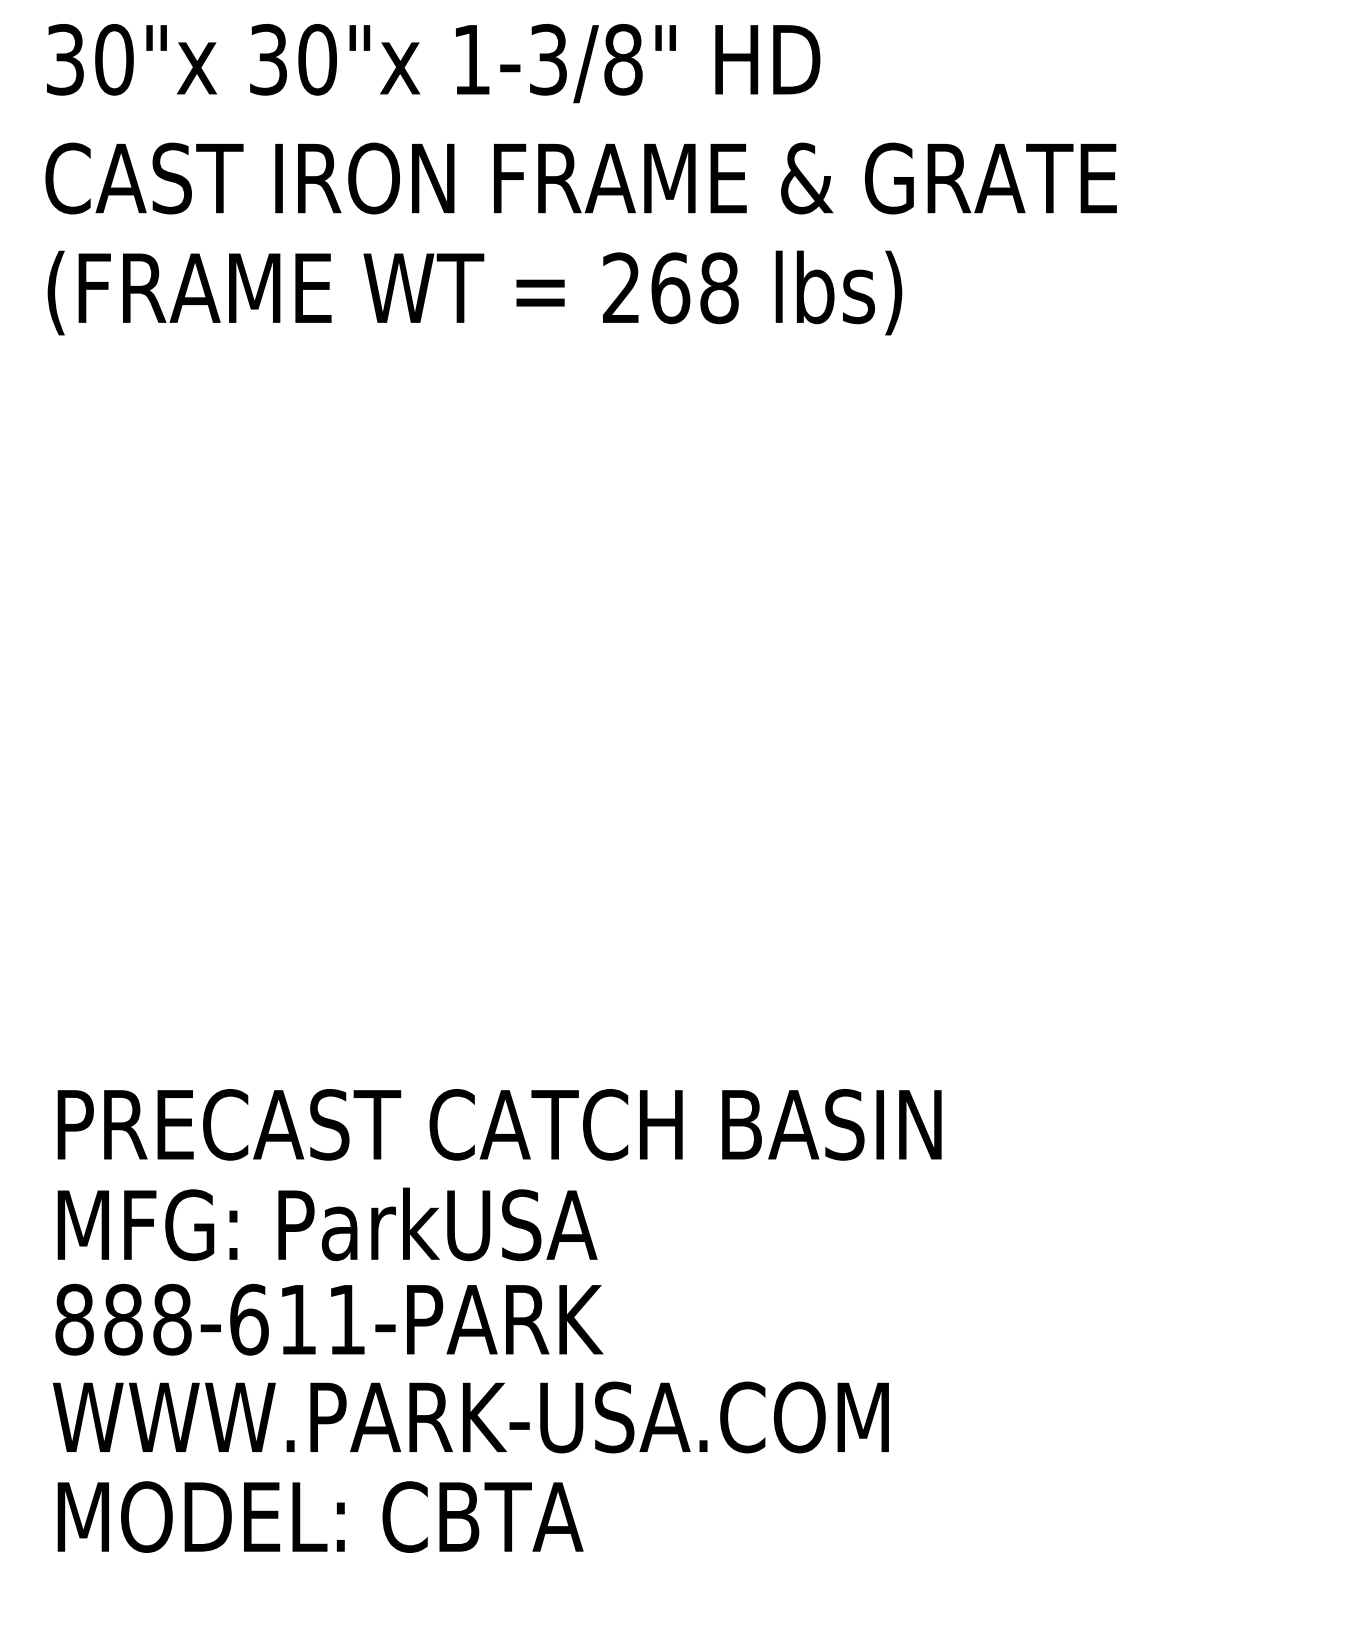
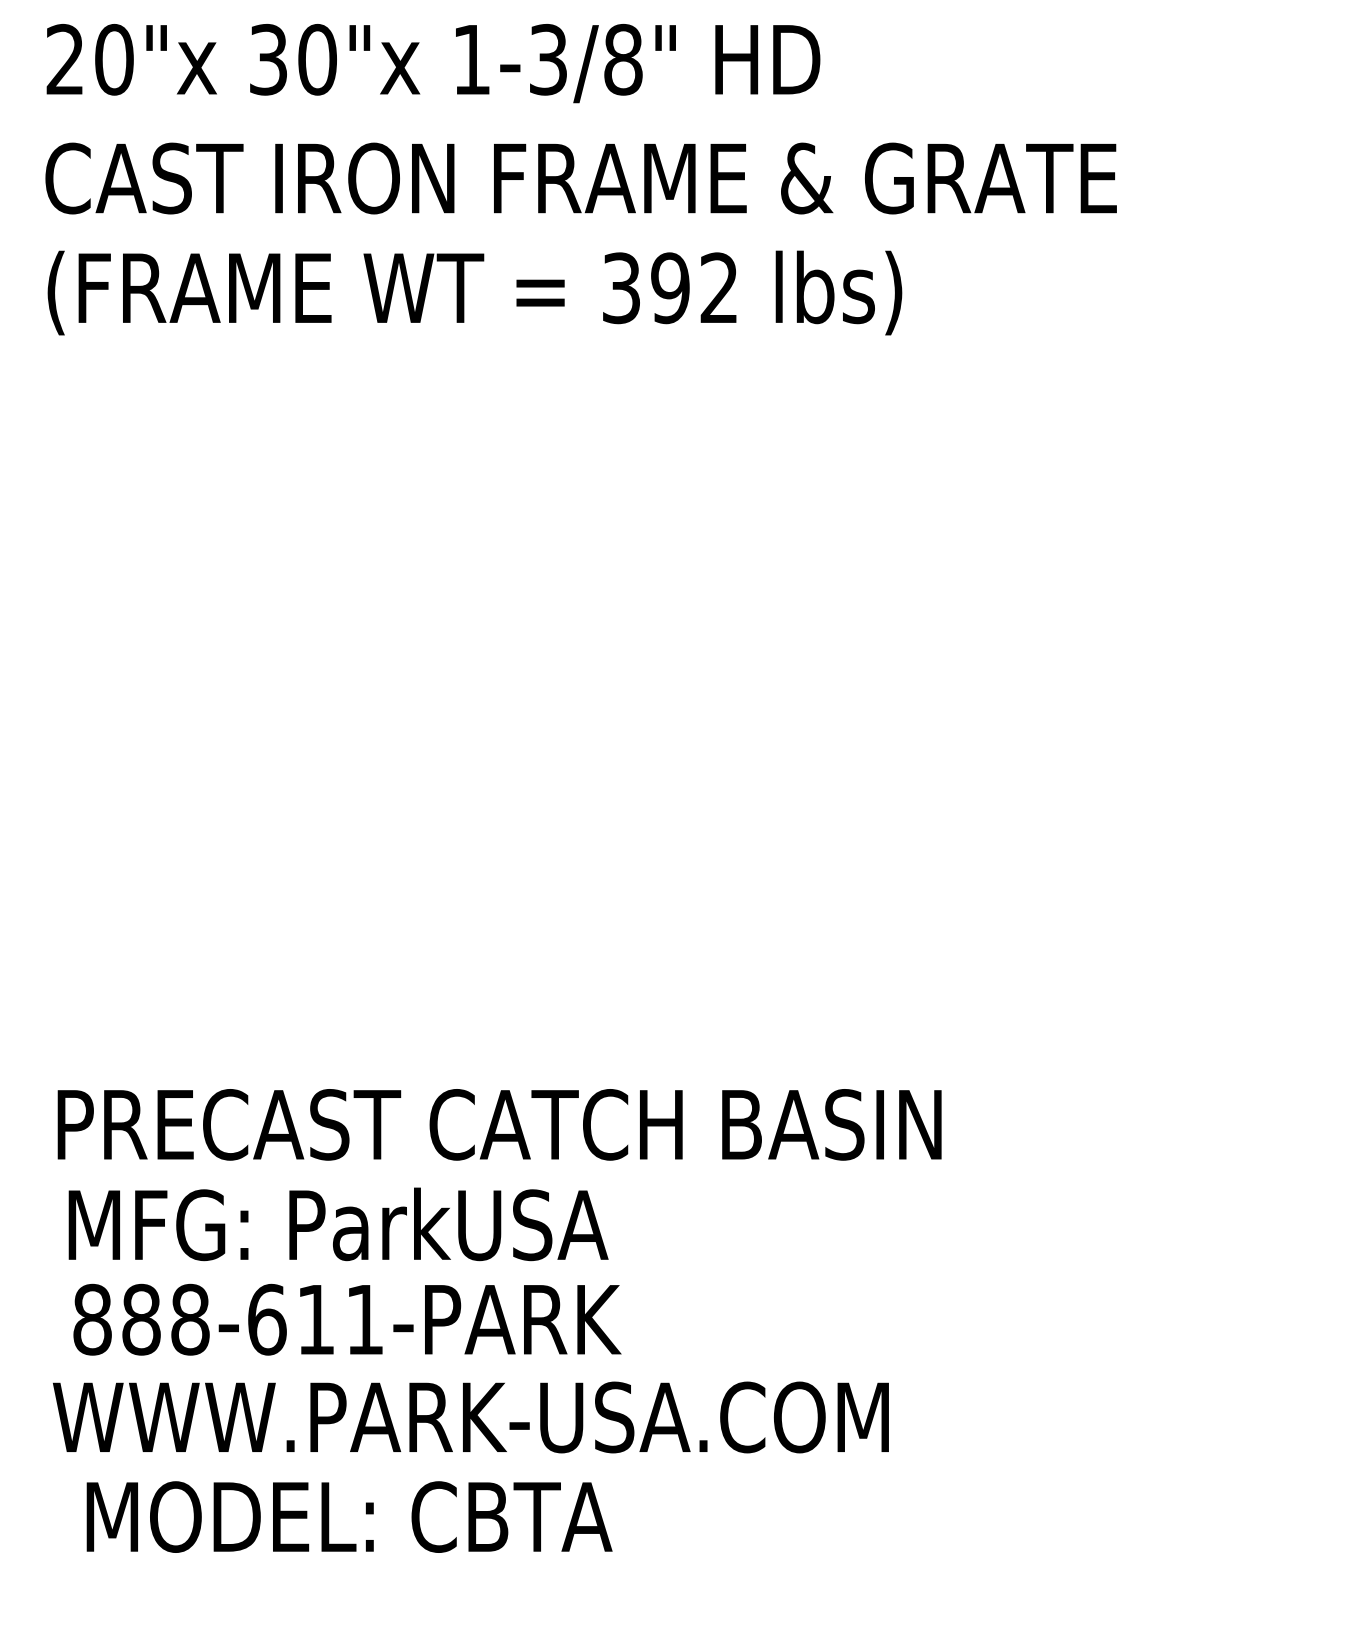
text at (64, 59): 30"x -> 20"x
text at (670, 288): 268 -> 392
text at (327, 1224) position: (327, 1224) -> (338, 1224)
text at (329, 1319) position: (329, 1319) -> (347, 1319)
text at (320, 1516) position: (320, 1516) -> (349, 1516)
